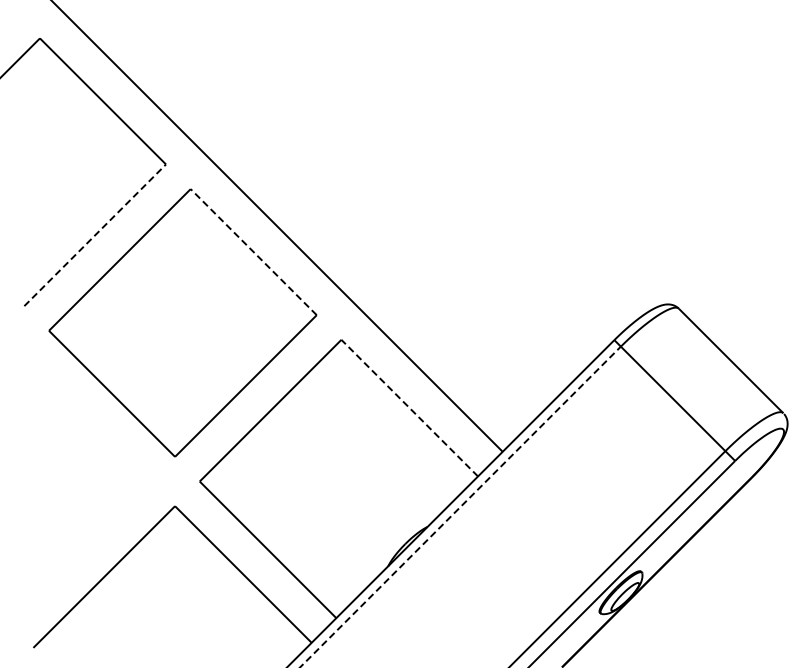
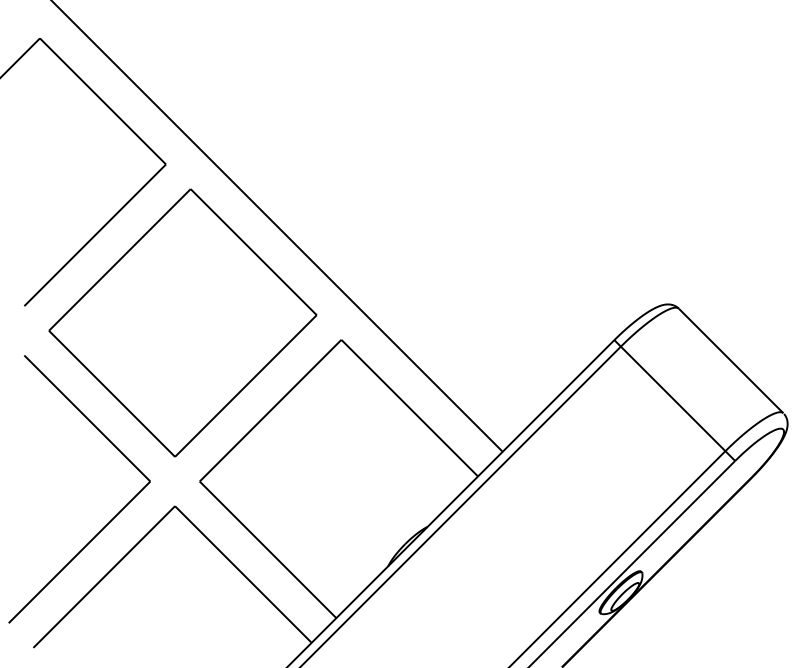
line at (95, 234): dashed -> solid
line at (253, 251): dashed -> solid
line at (409, 408): dashed -> solid
line at (460, 507): dashed -> solid
part at (110, 520): none -> present
